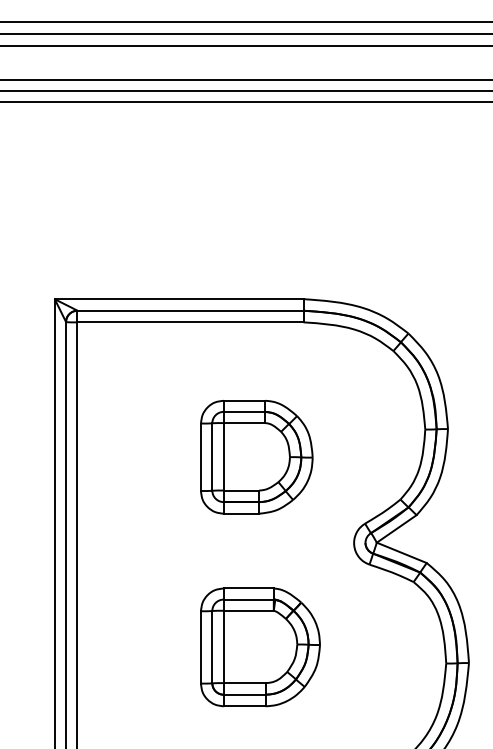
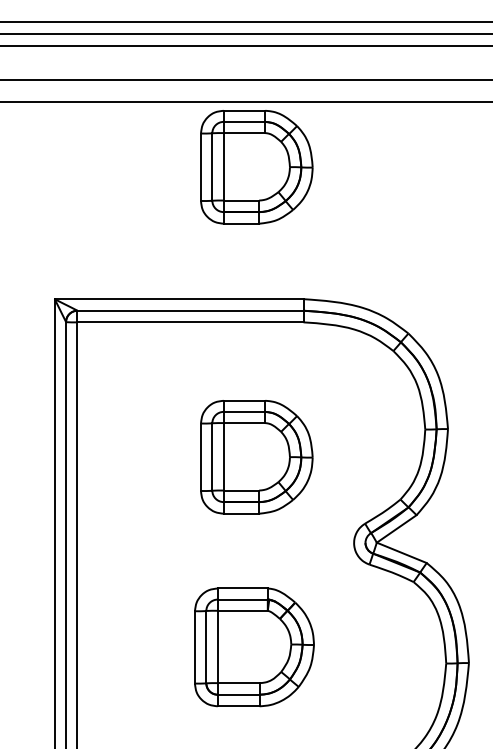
line at (245, 90): present -> none
part at (256, 167): none -> present
part at (260, 647) position: (260, 647) -> (254, 647)
